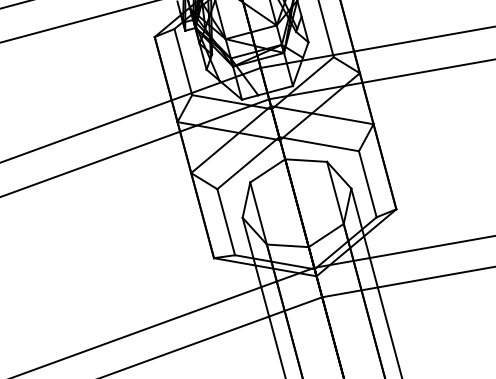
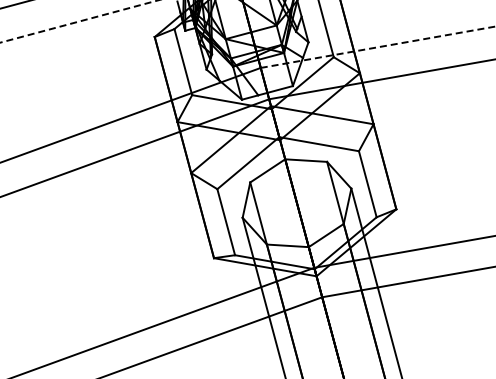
line at (79, 21): solid -> dashed
line at (377, 47): solid -> dashed
